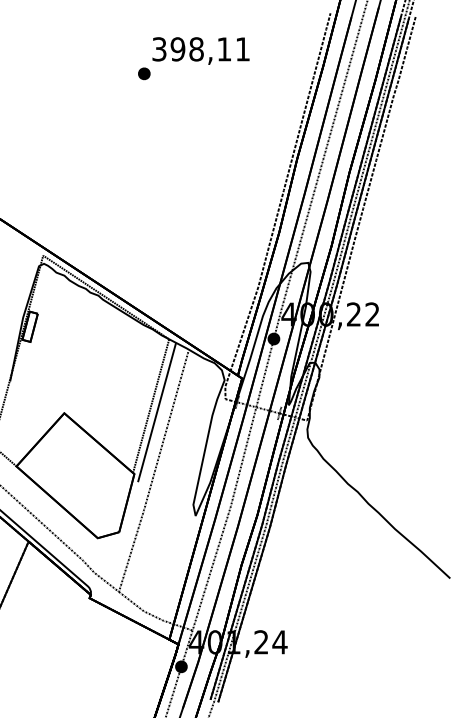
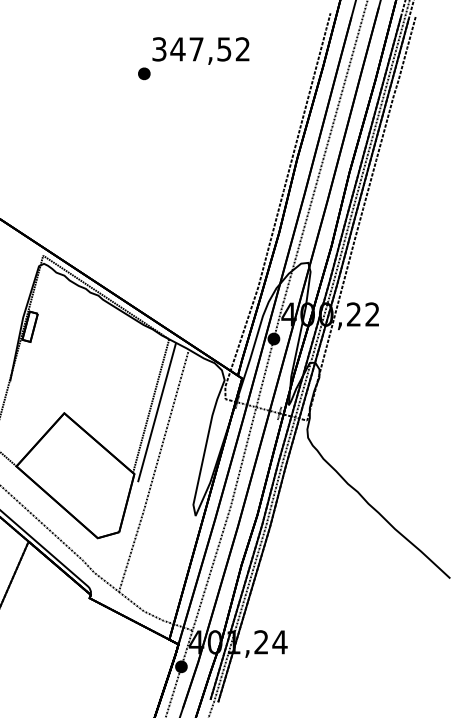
text at (209, 49): 398,11 -> 347,52
